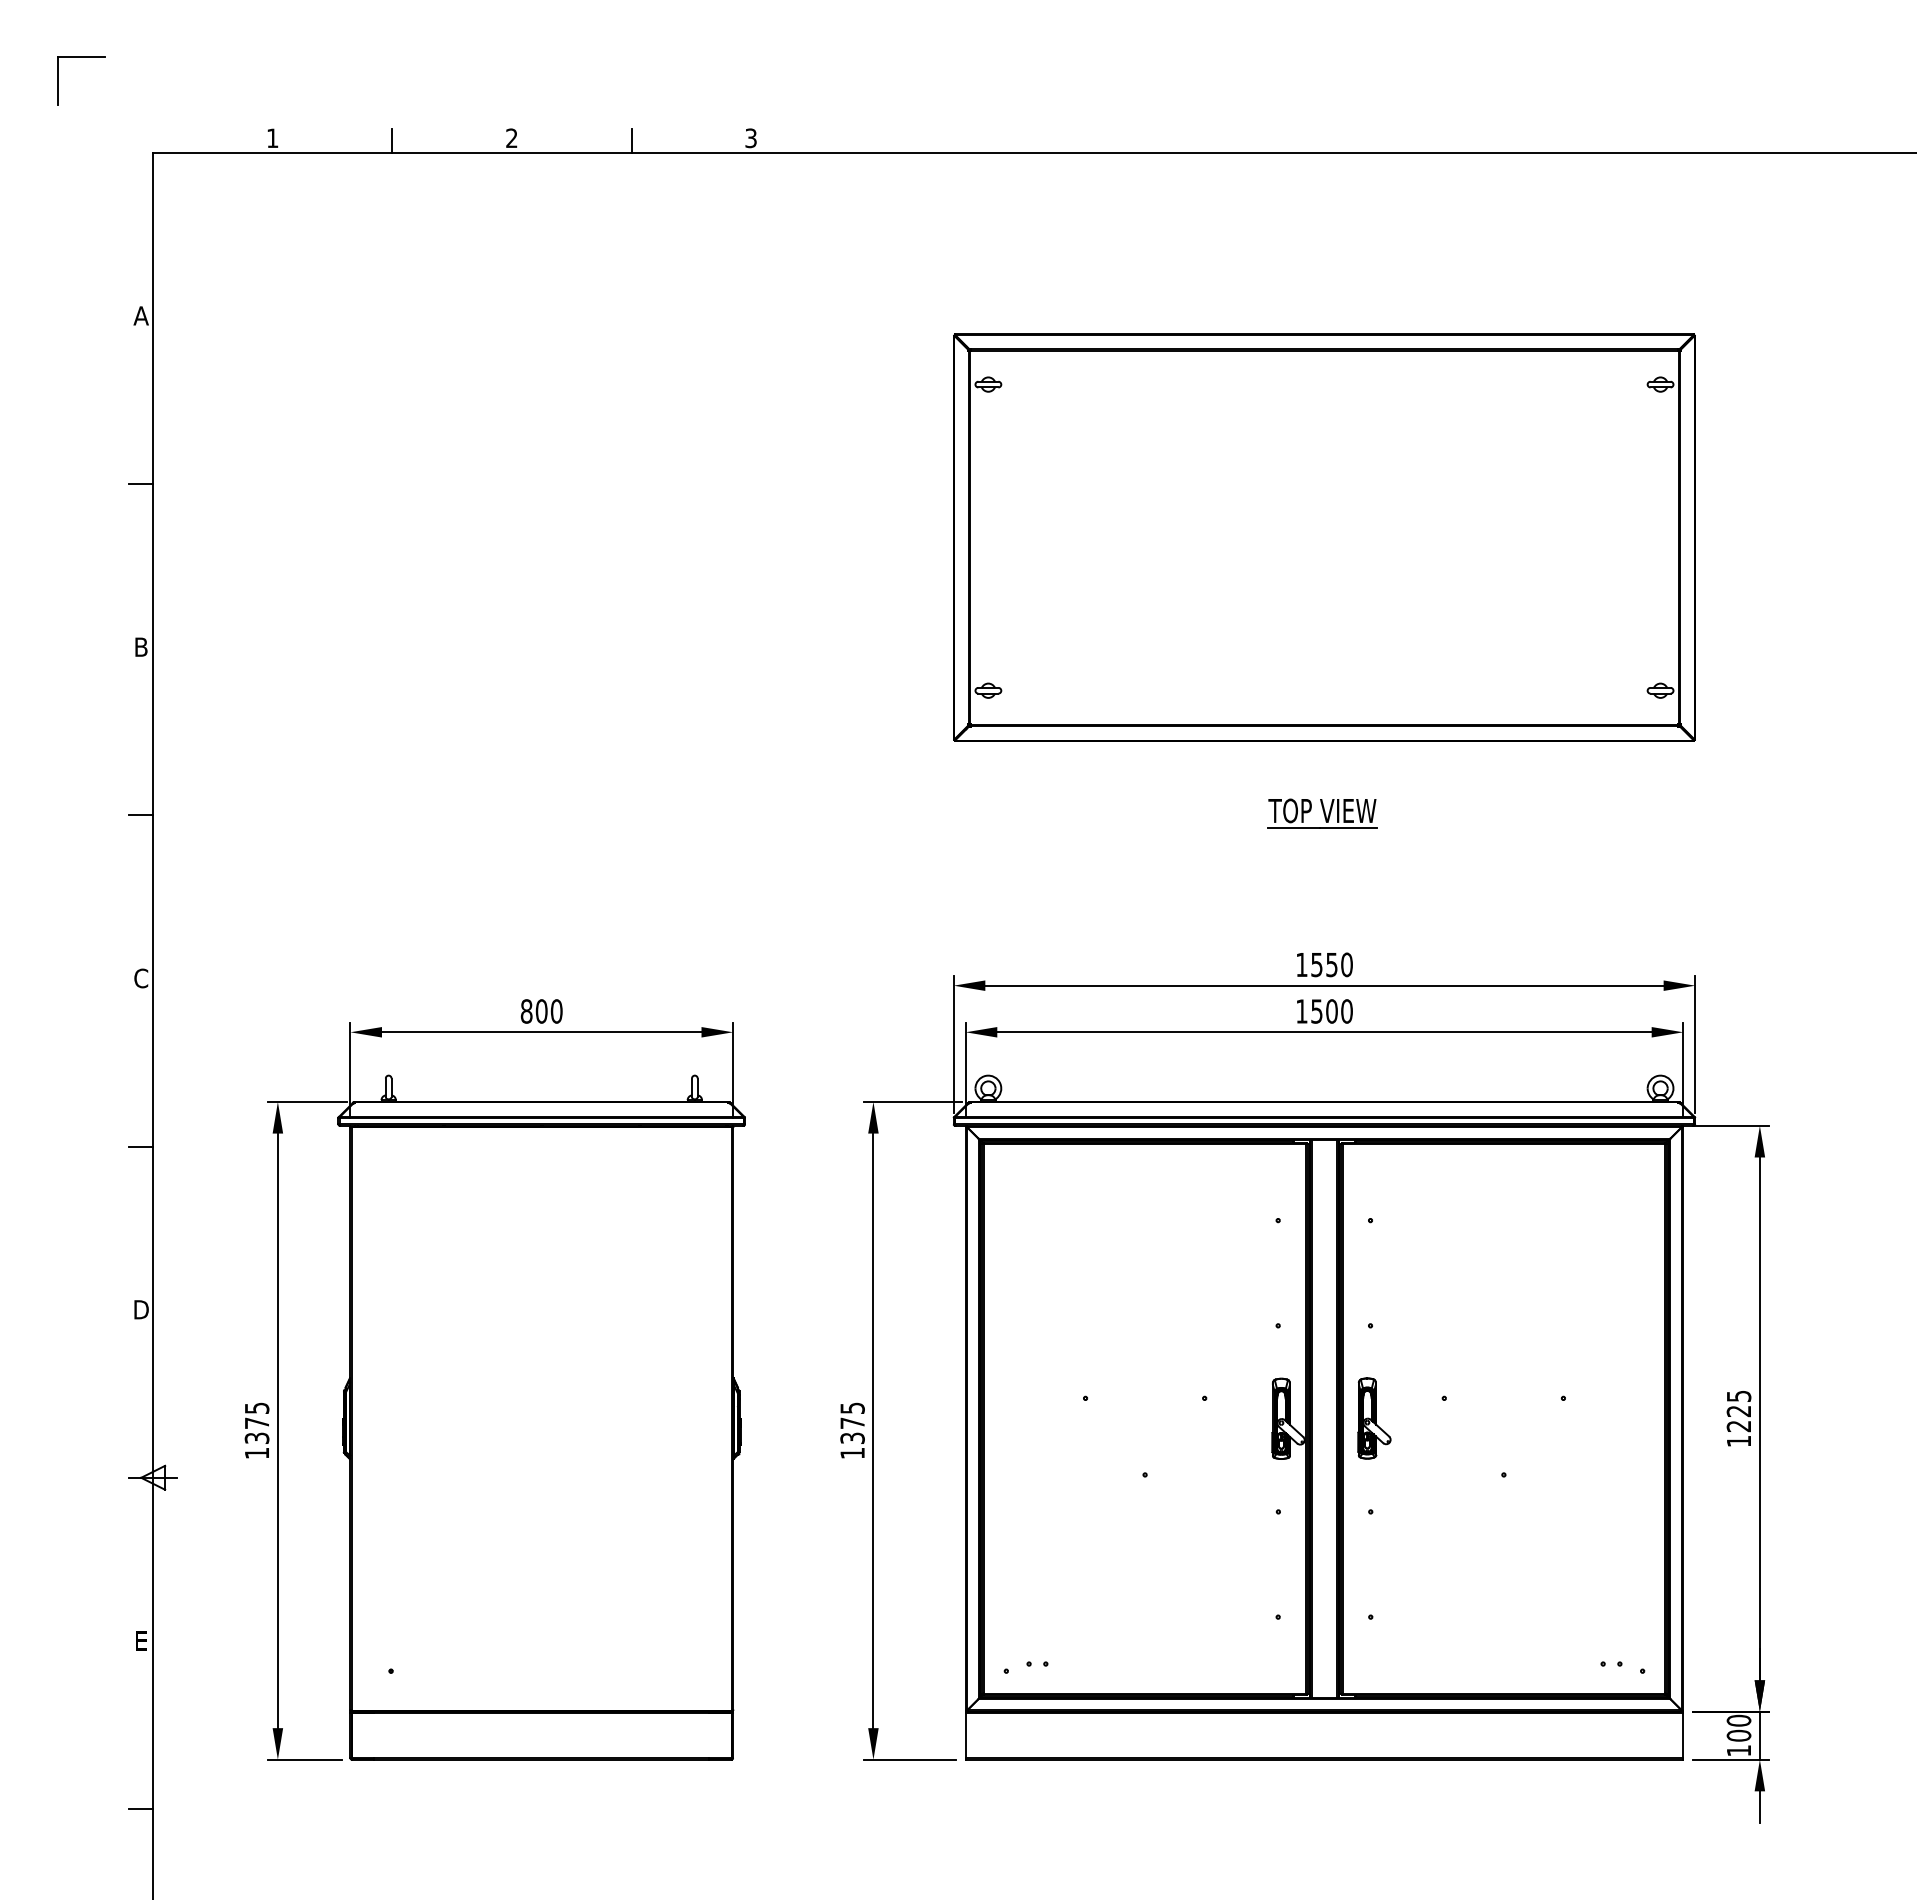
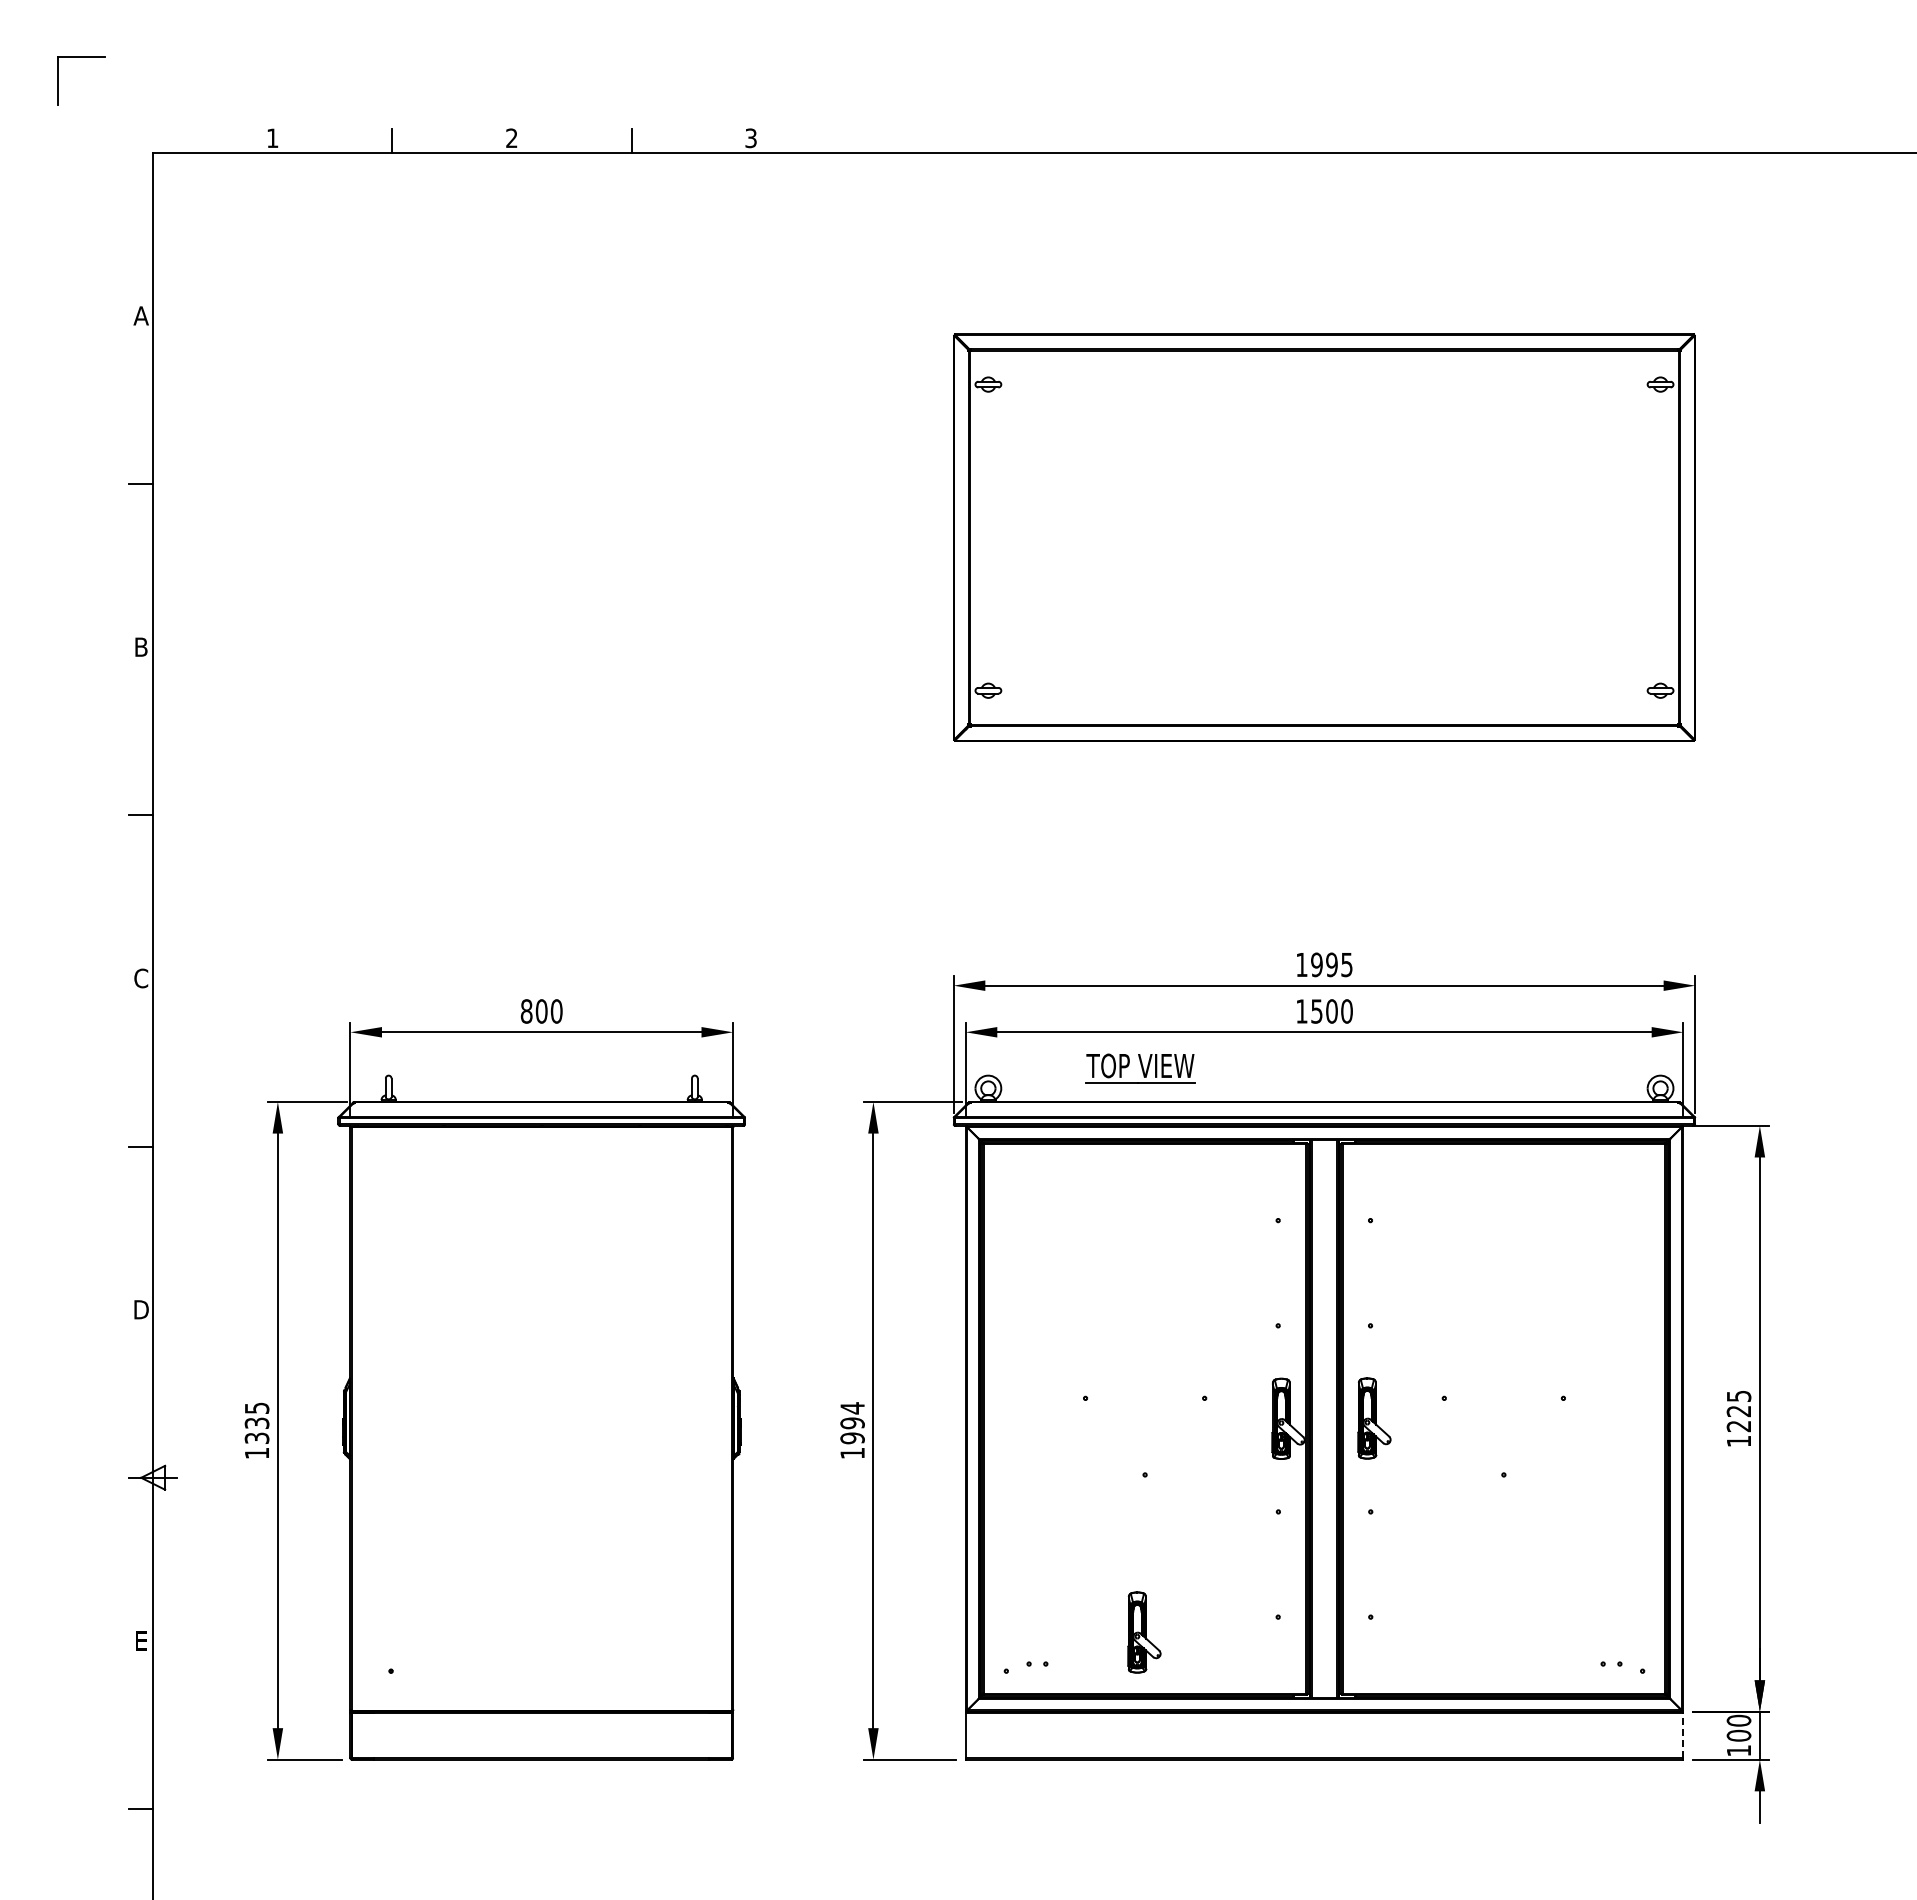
part at (1322, 813) position: (1322, 813) -> (1140, 1068)
text at (1331, 964): 1550 -> 1995
text at (256, 1422): 1375 -> 1335
text at (852, 1423): 1375 -> 1994
part at (1144, 1632): none -> present
line at (1683, 1735): solid -> dashed
